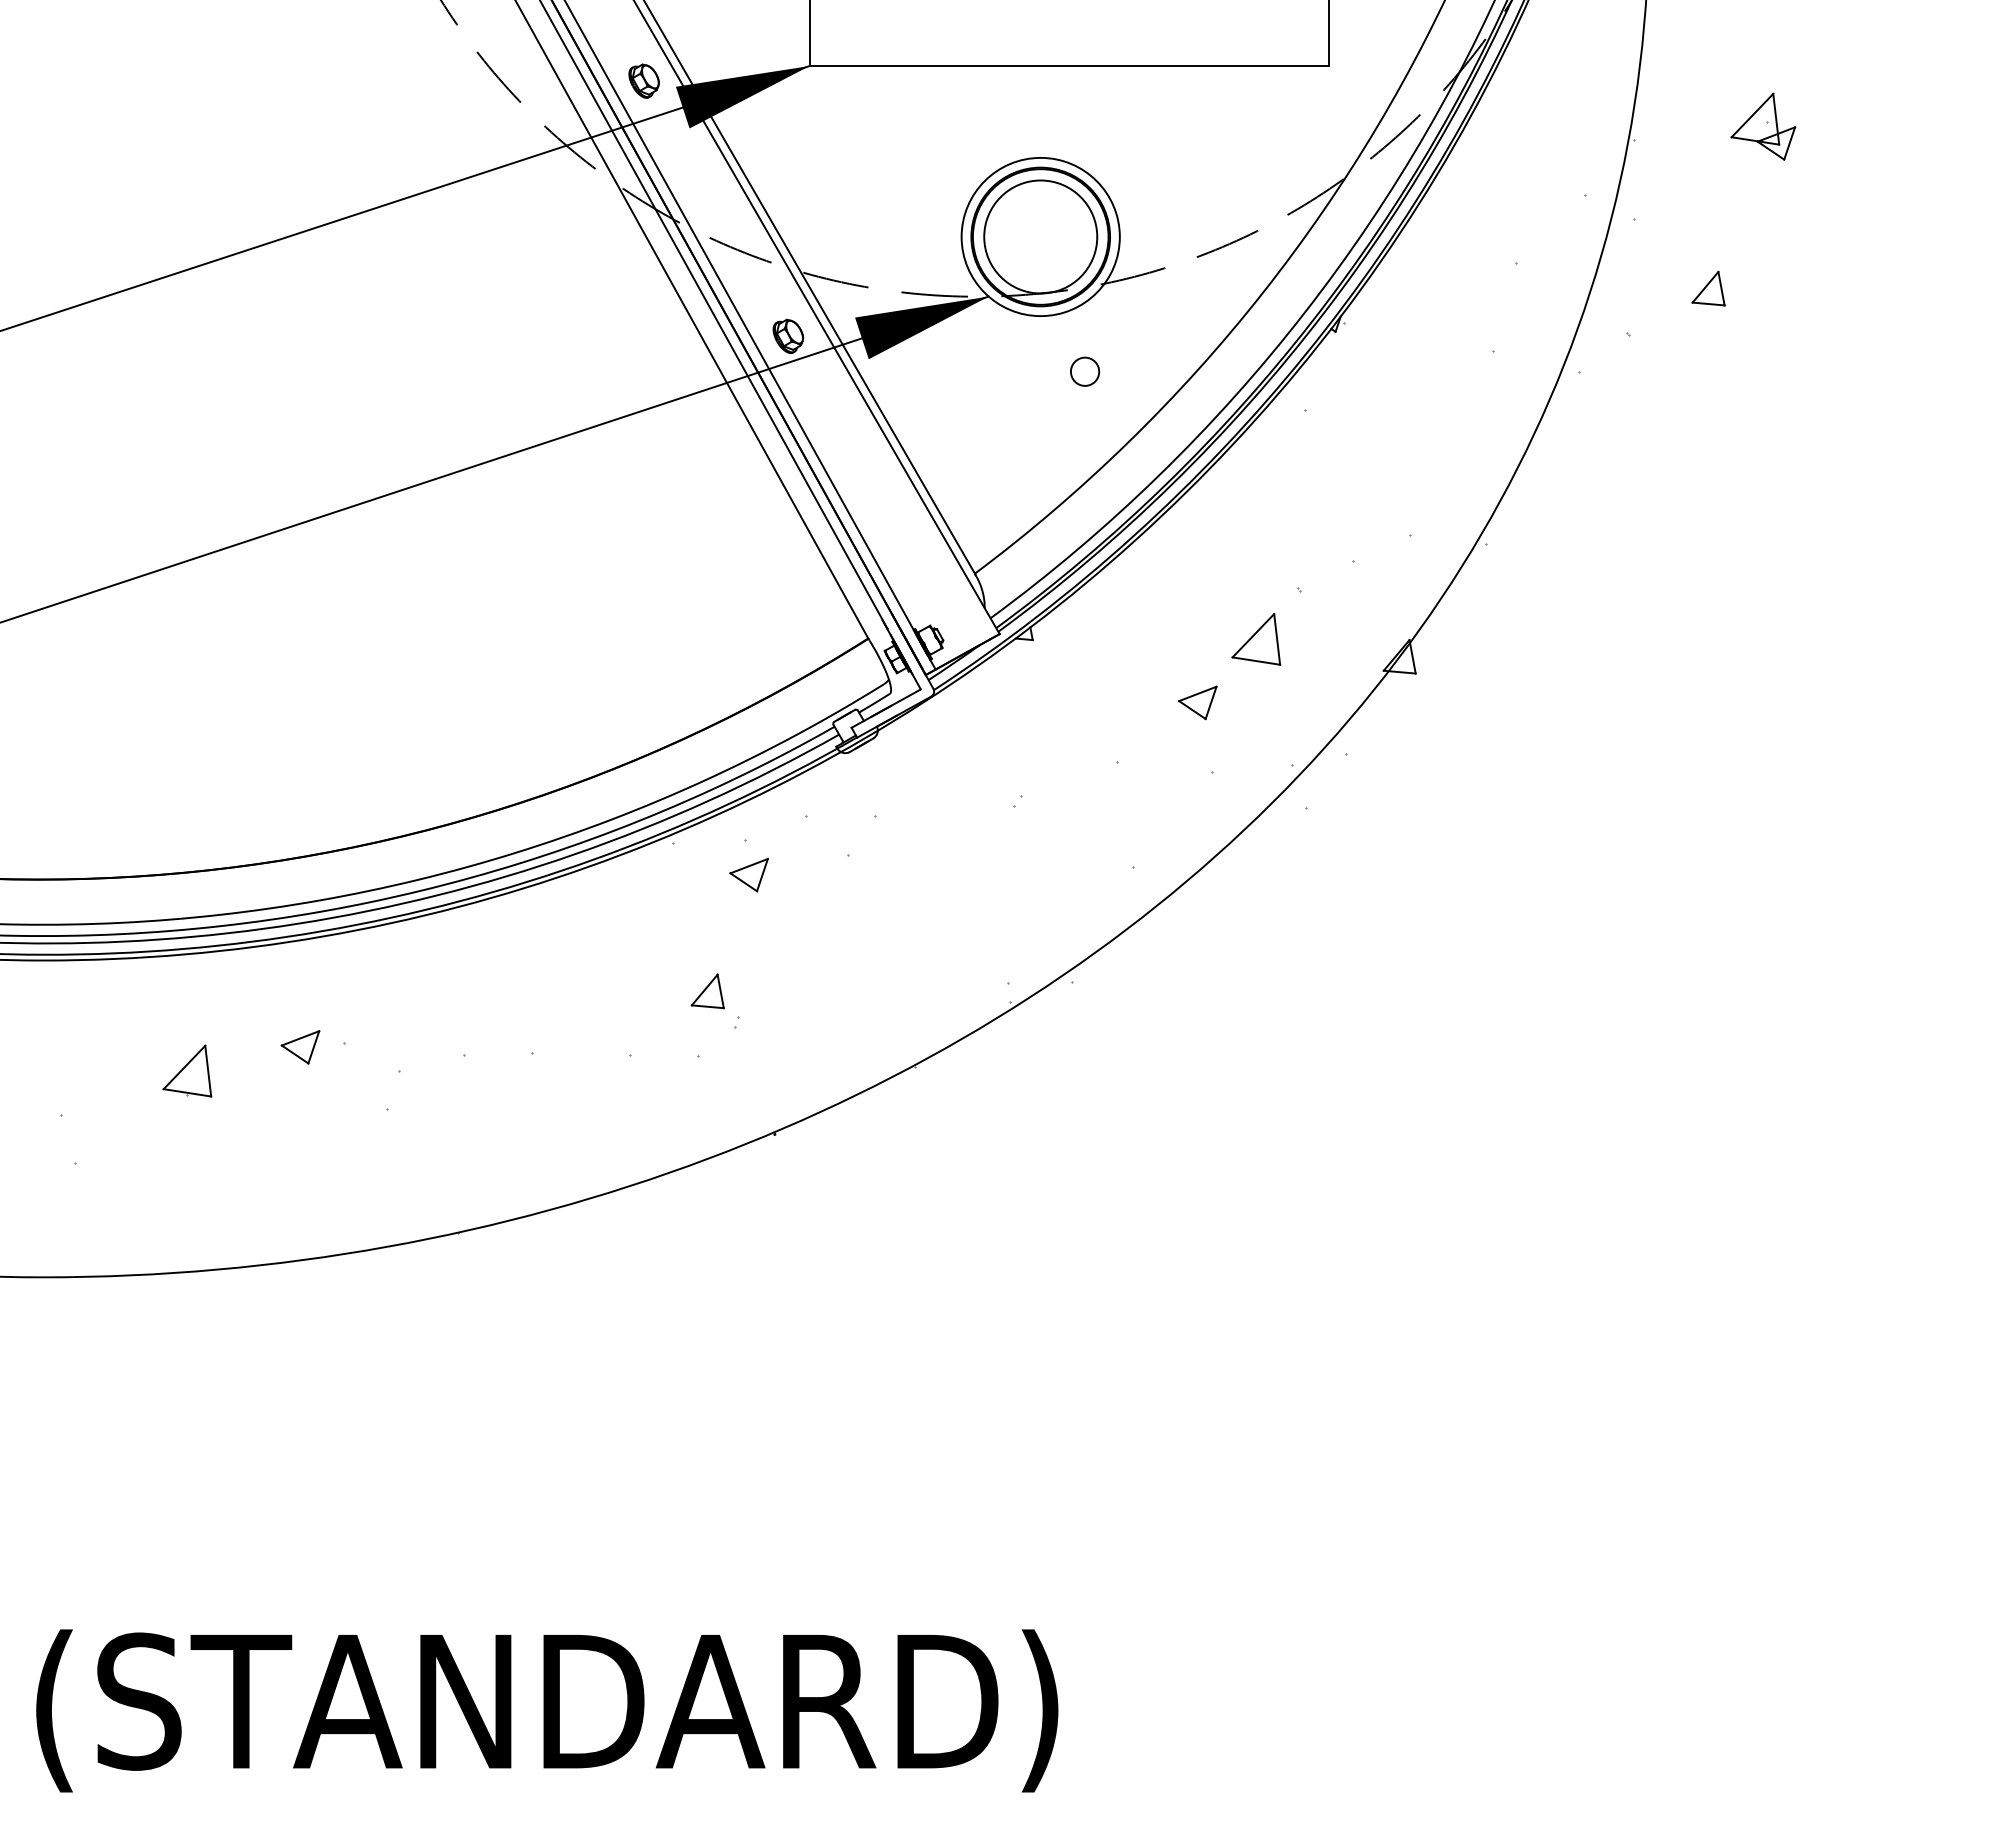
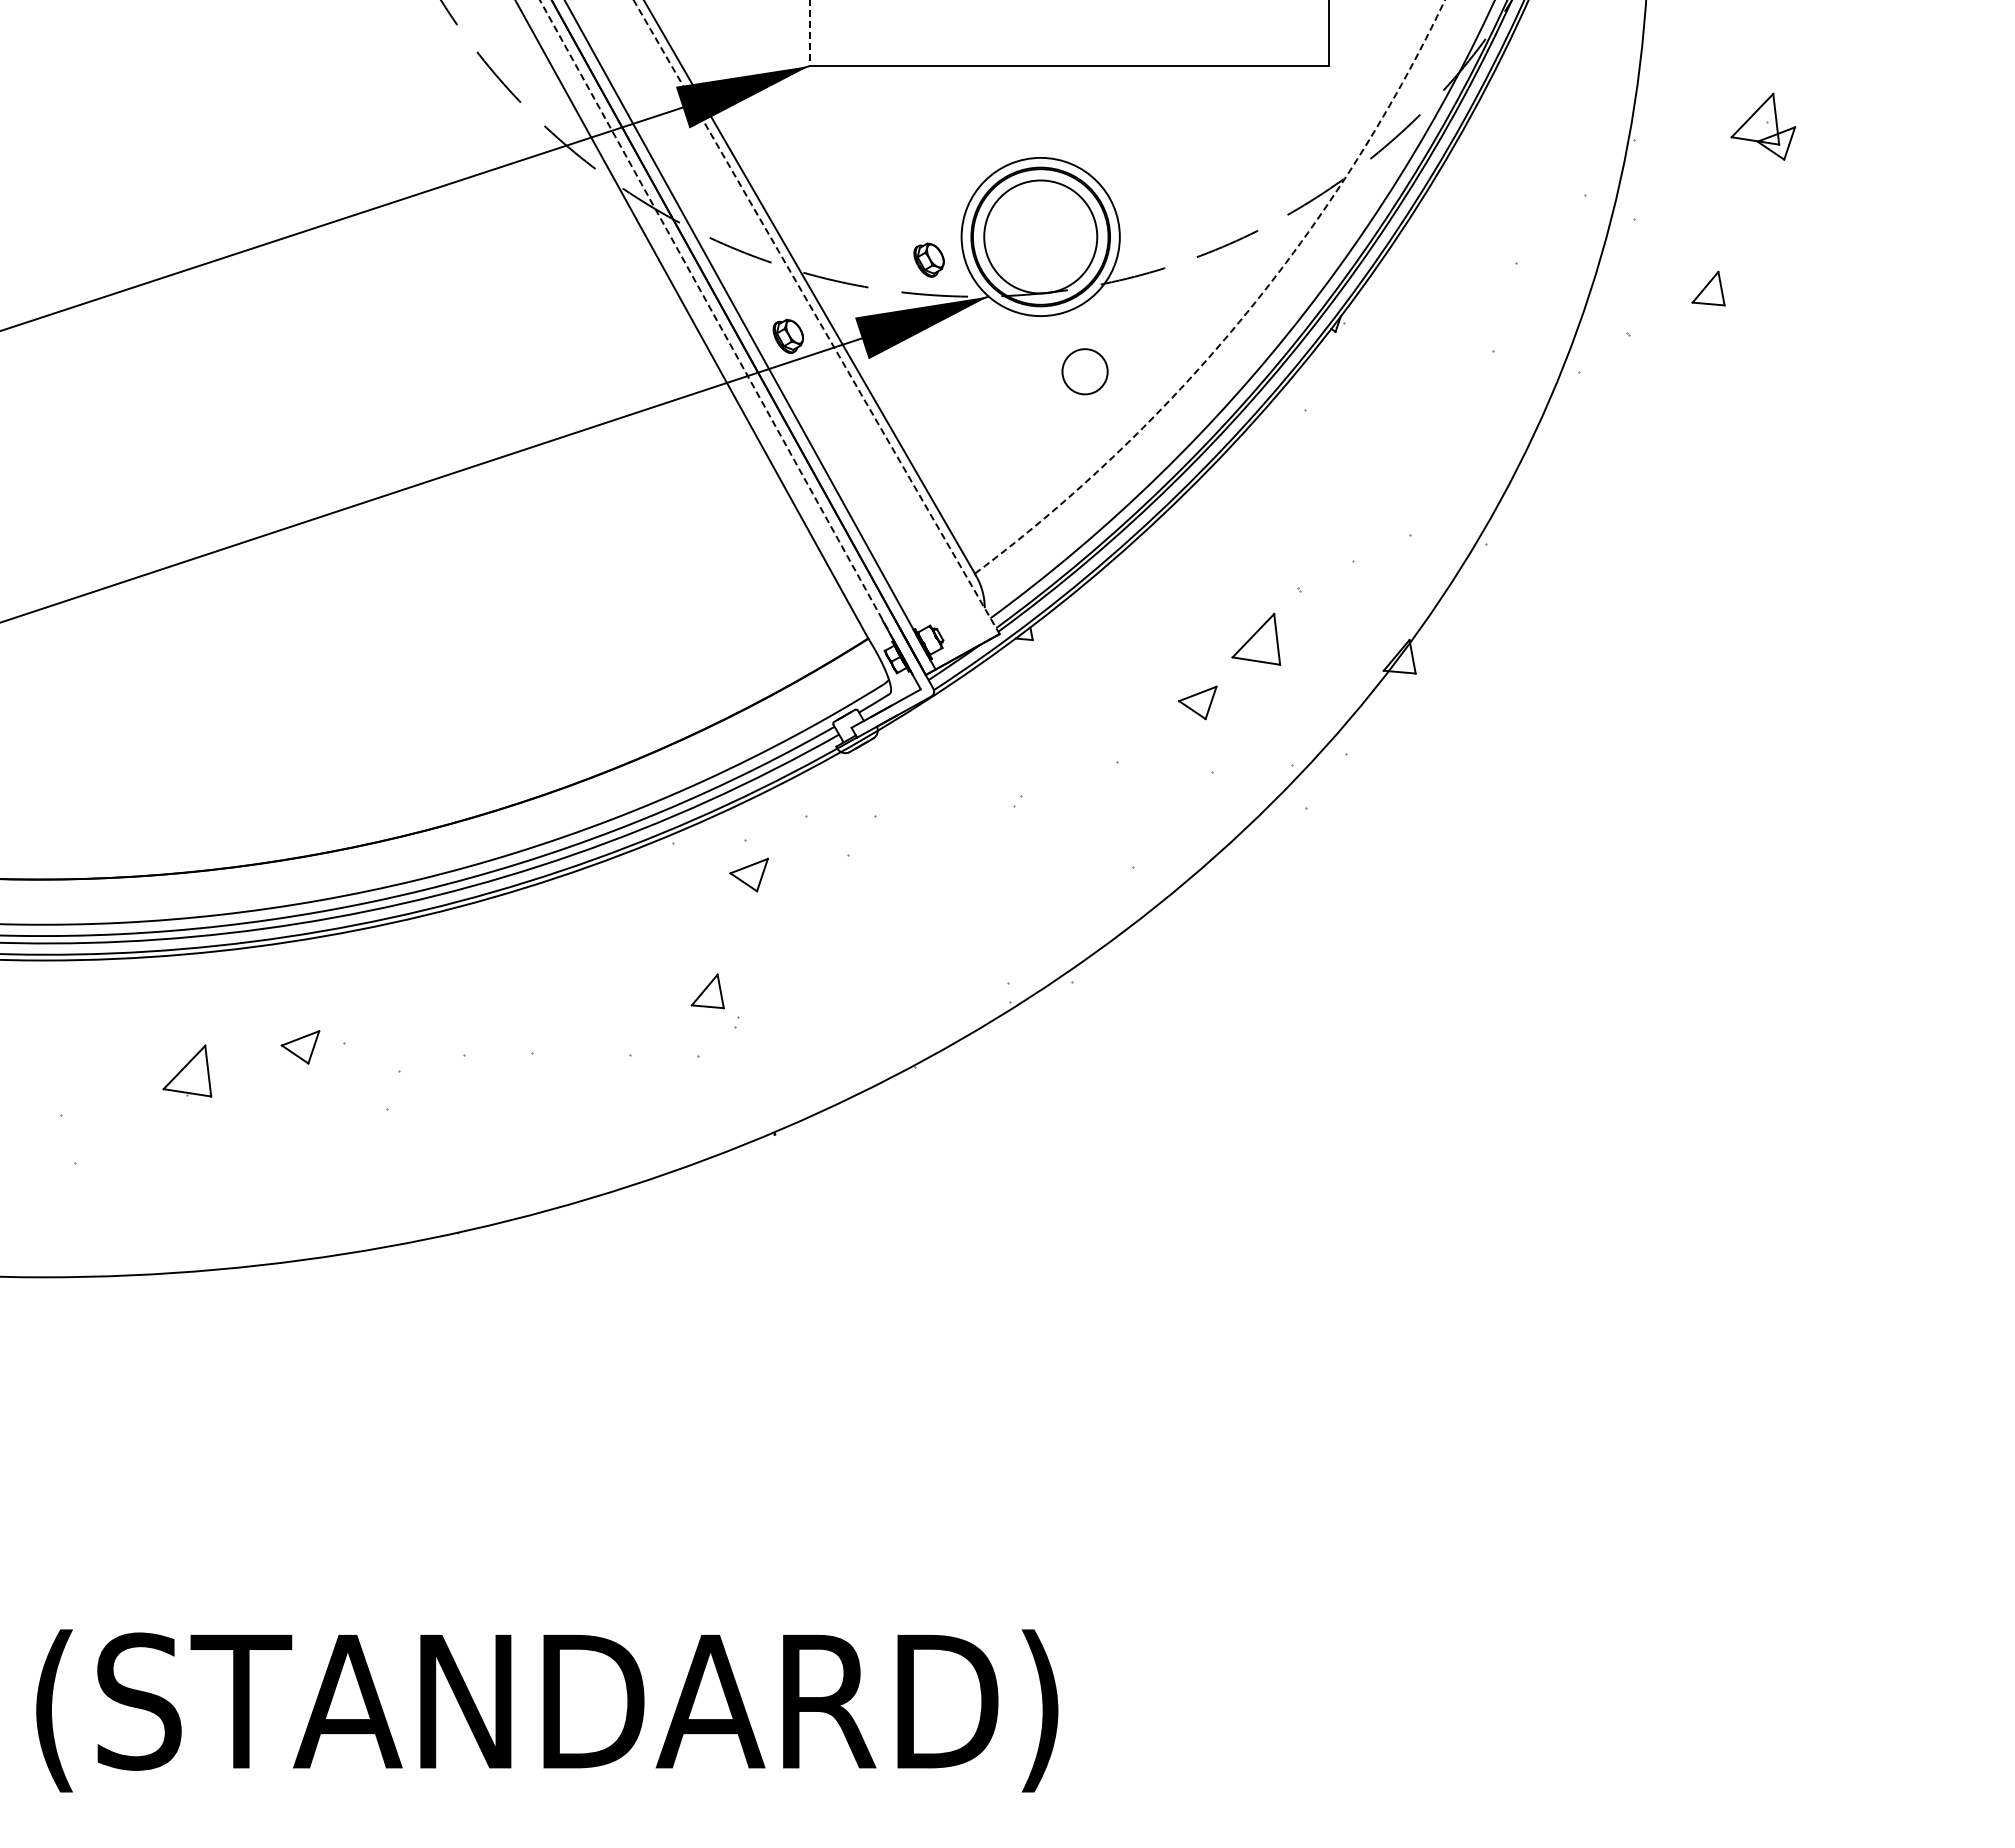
line at (809, 33): solid -> dashed
part at (643, 80) position: (643, 80) -> (928, 259)
line at (713, 314): solid -> dashed
arc at (1245, 314): solid -> dashed
line at (816, 317): solid -> dashed
circle at (1084, 371) diameter: 28 px -> 45 px
